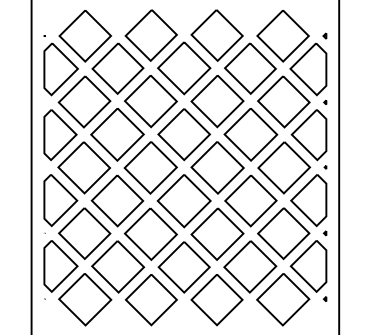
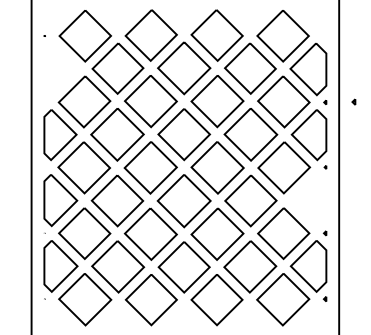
part at (324, 35) position: (324, 35) -> (353, 101)
part at (60, 69): present -> none
part at (308, 200): present -> none
